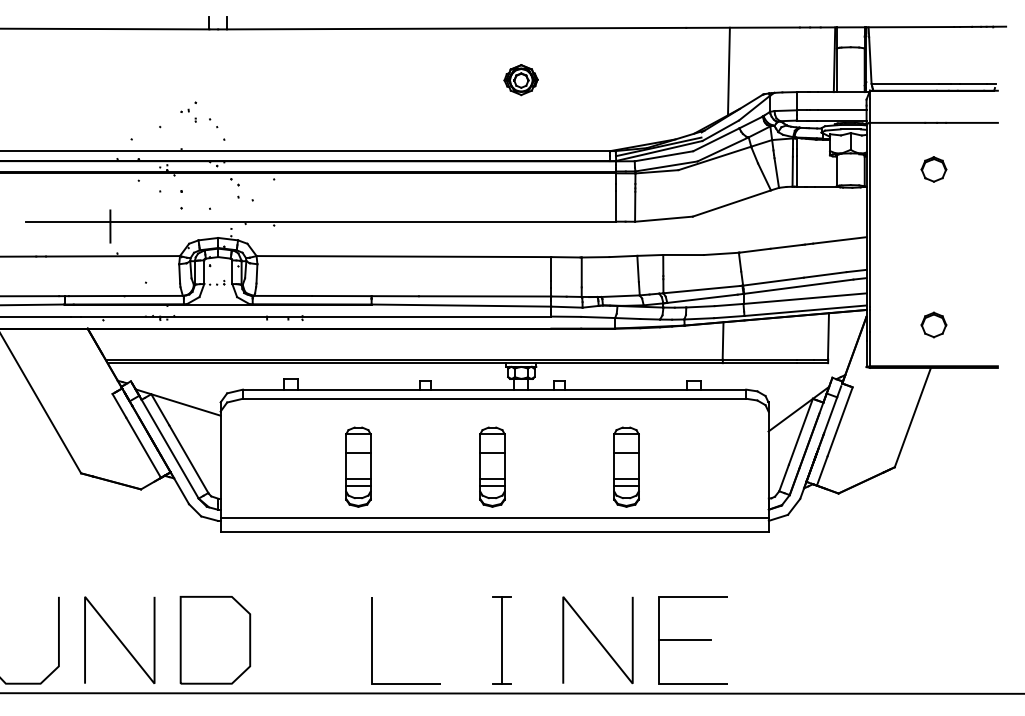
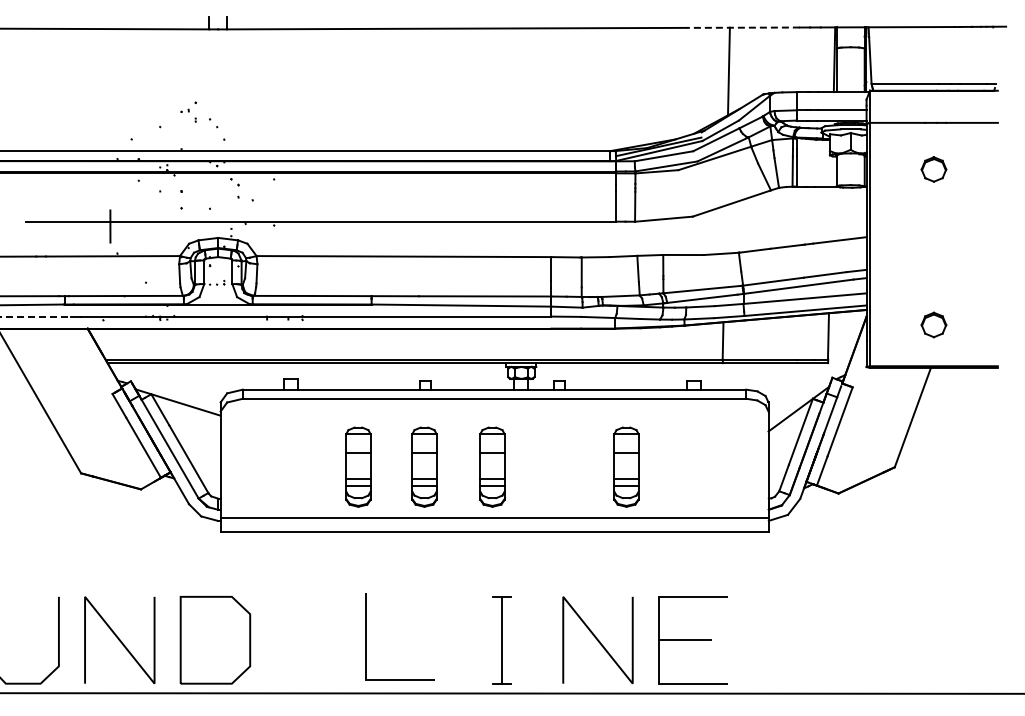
line at (743, 27): solid -> dashed
part at (520, 80): present -> none
line at (36, 316): solid -> dashed
part at (424, 466): none -> present
line at (372, 640) position: (372, 640) -> (366, 636)
